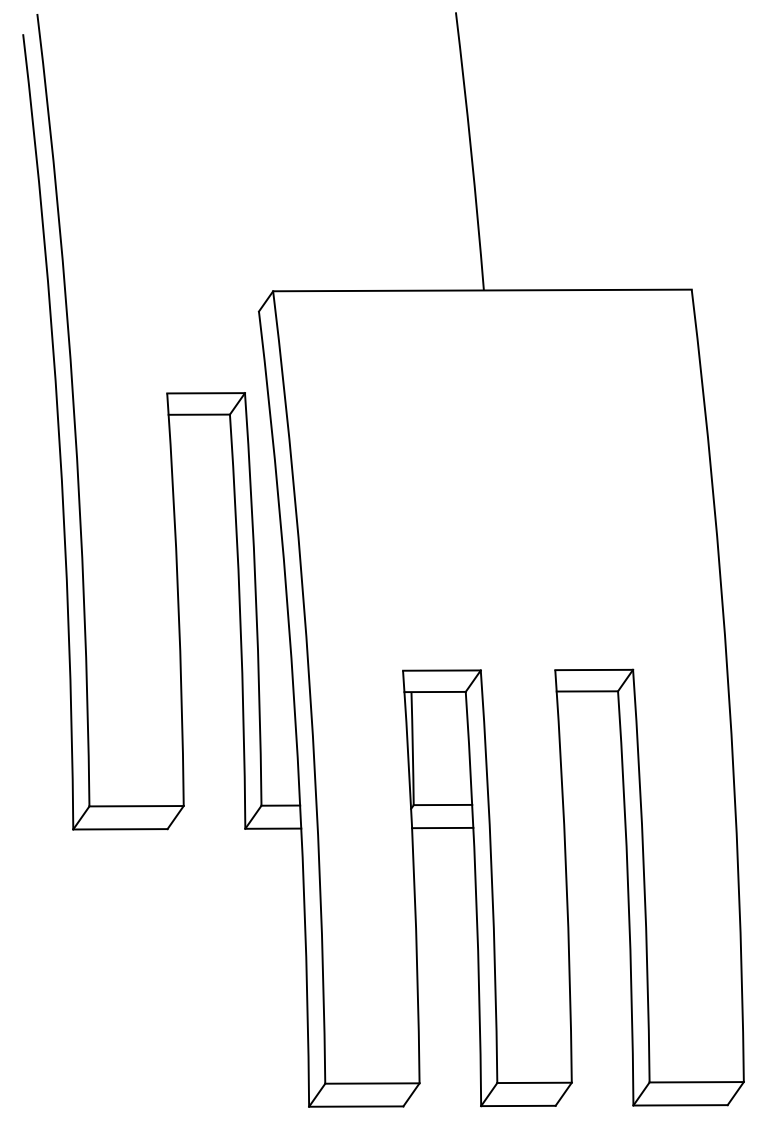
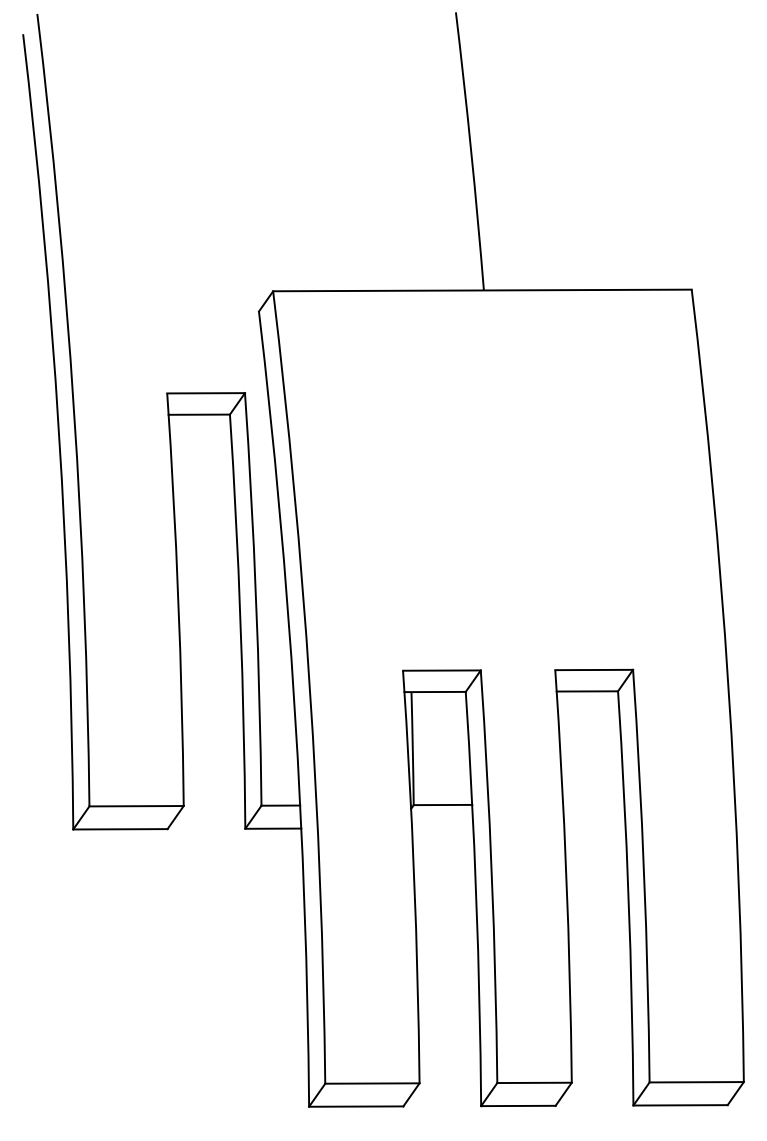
line at (442, 827): present -> none
